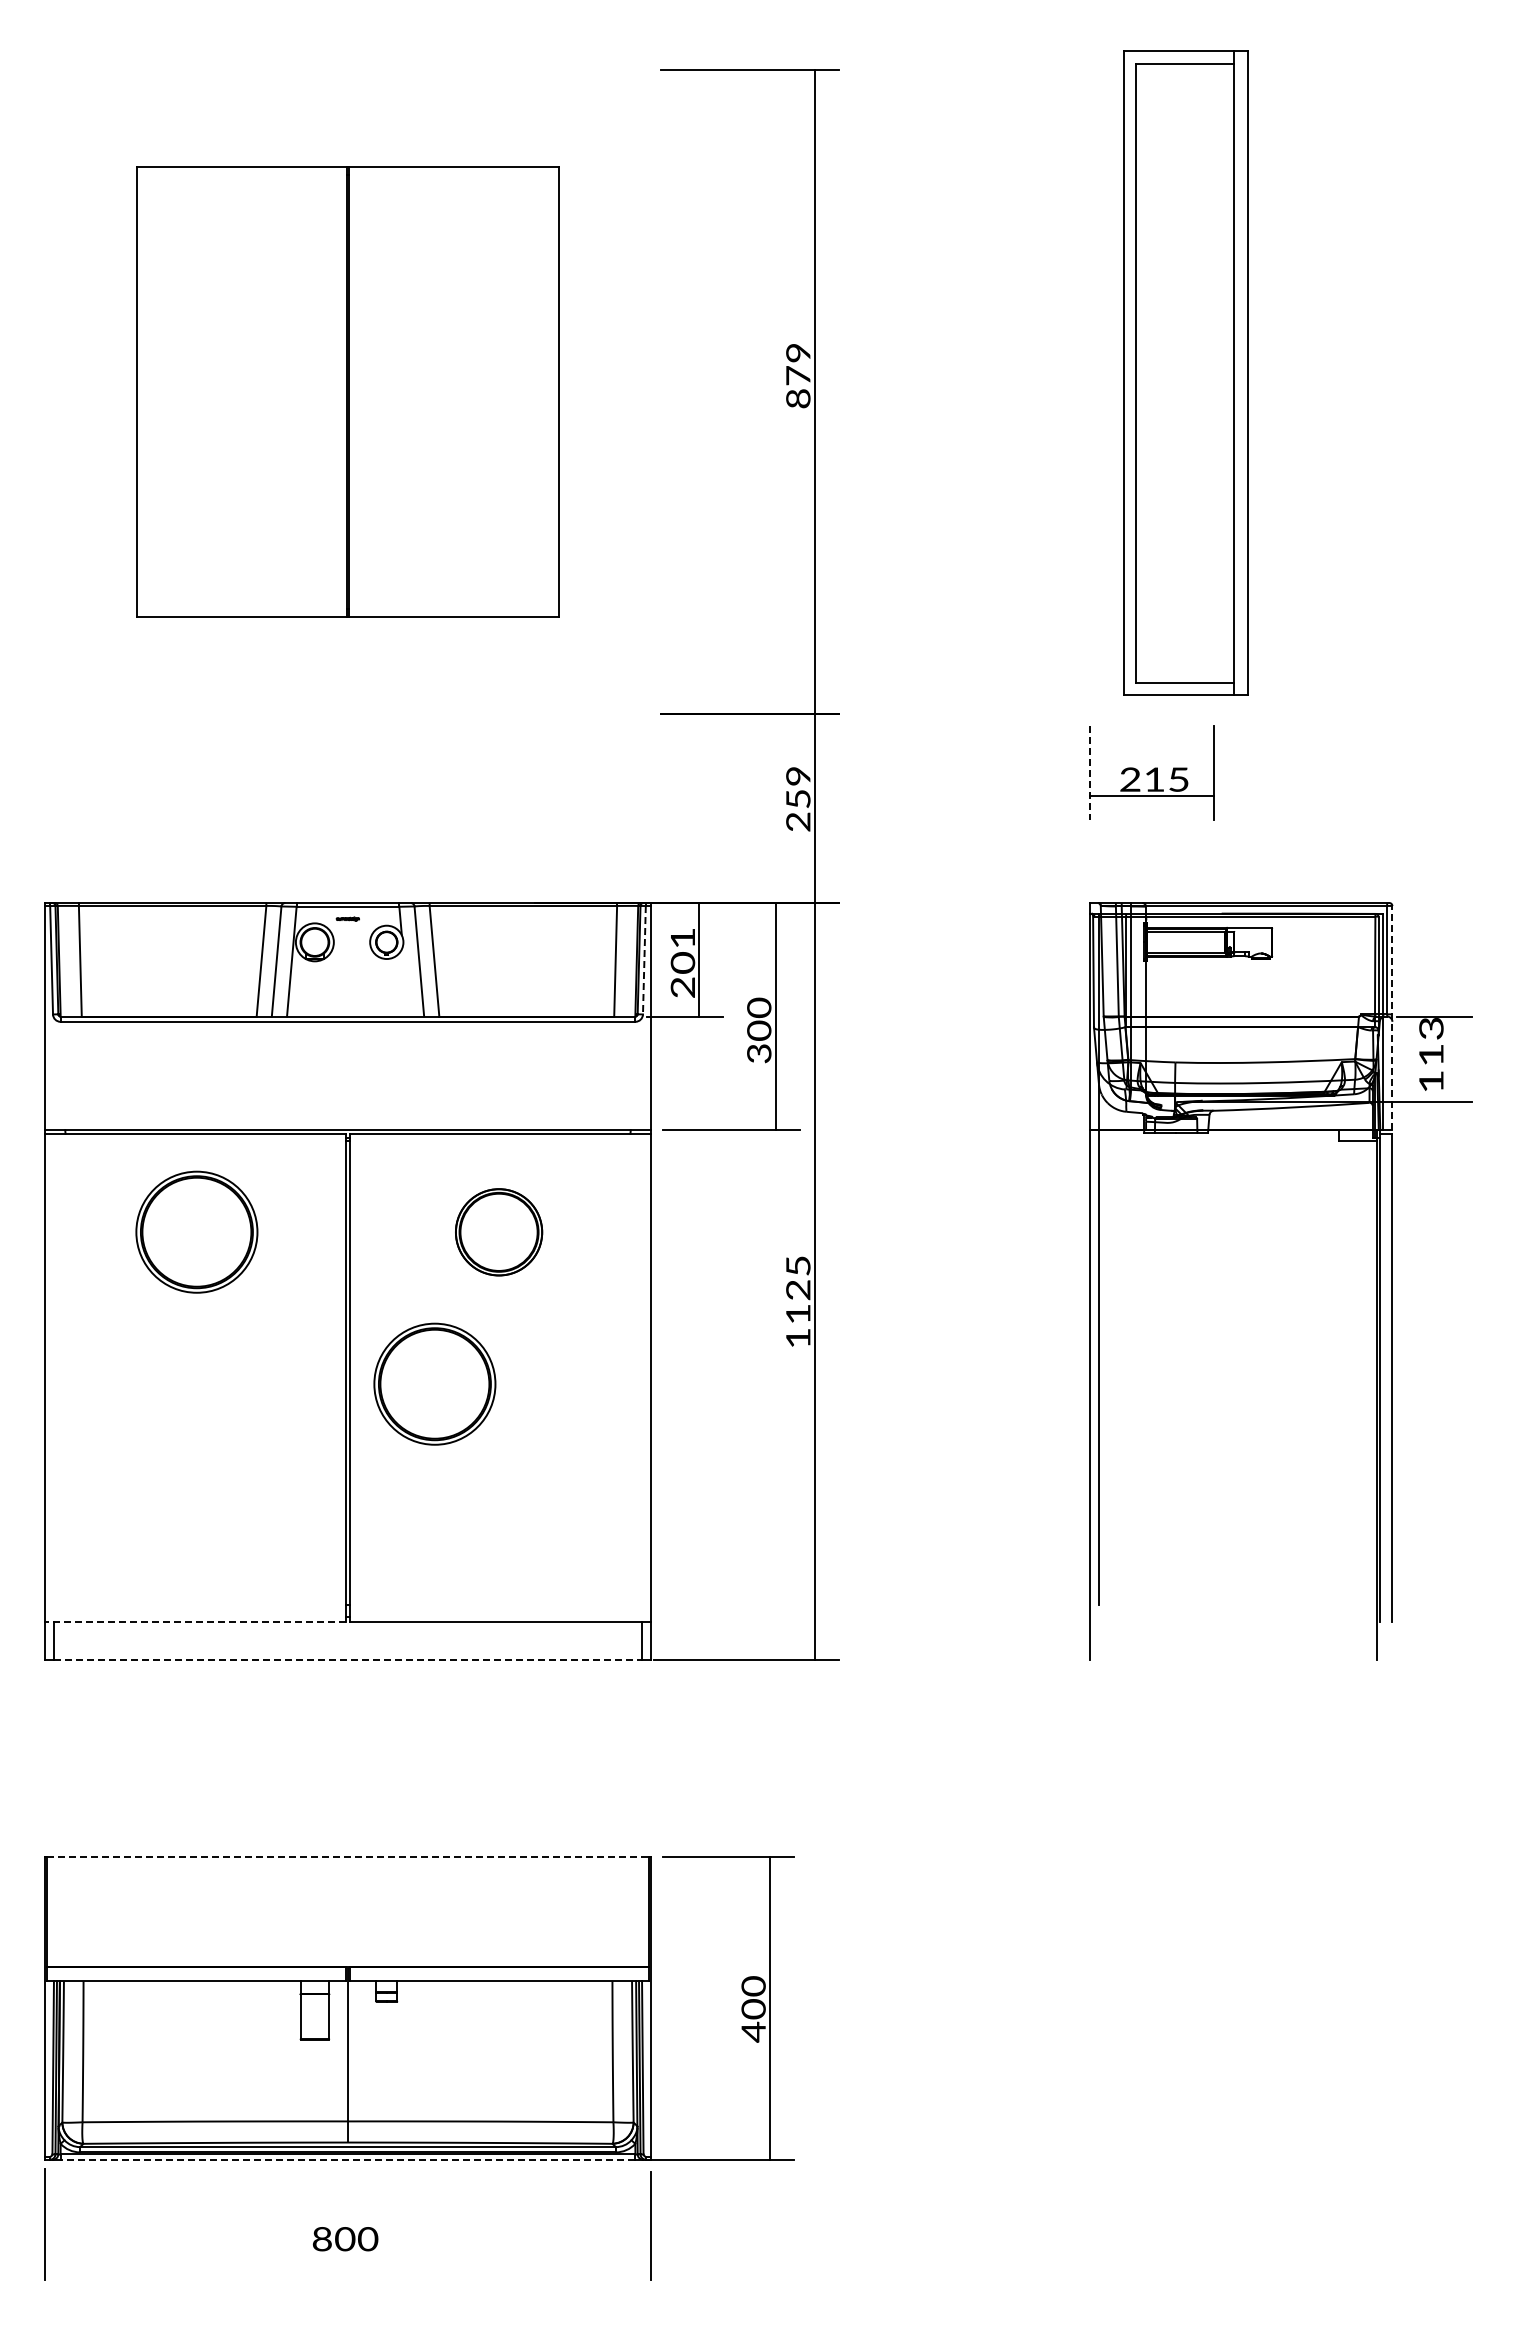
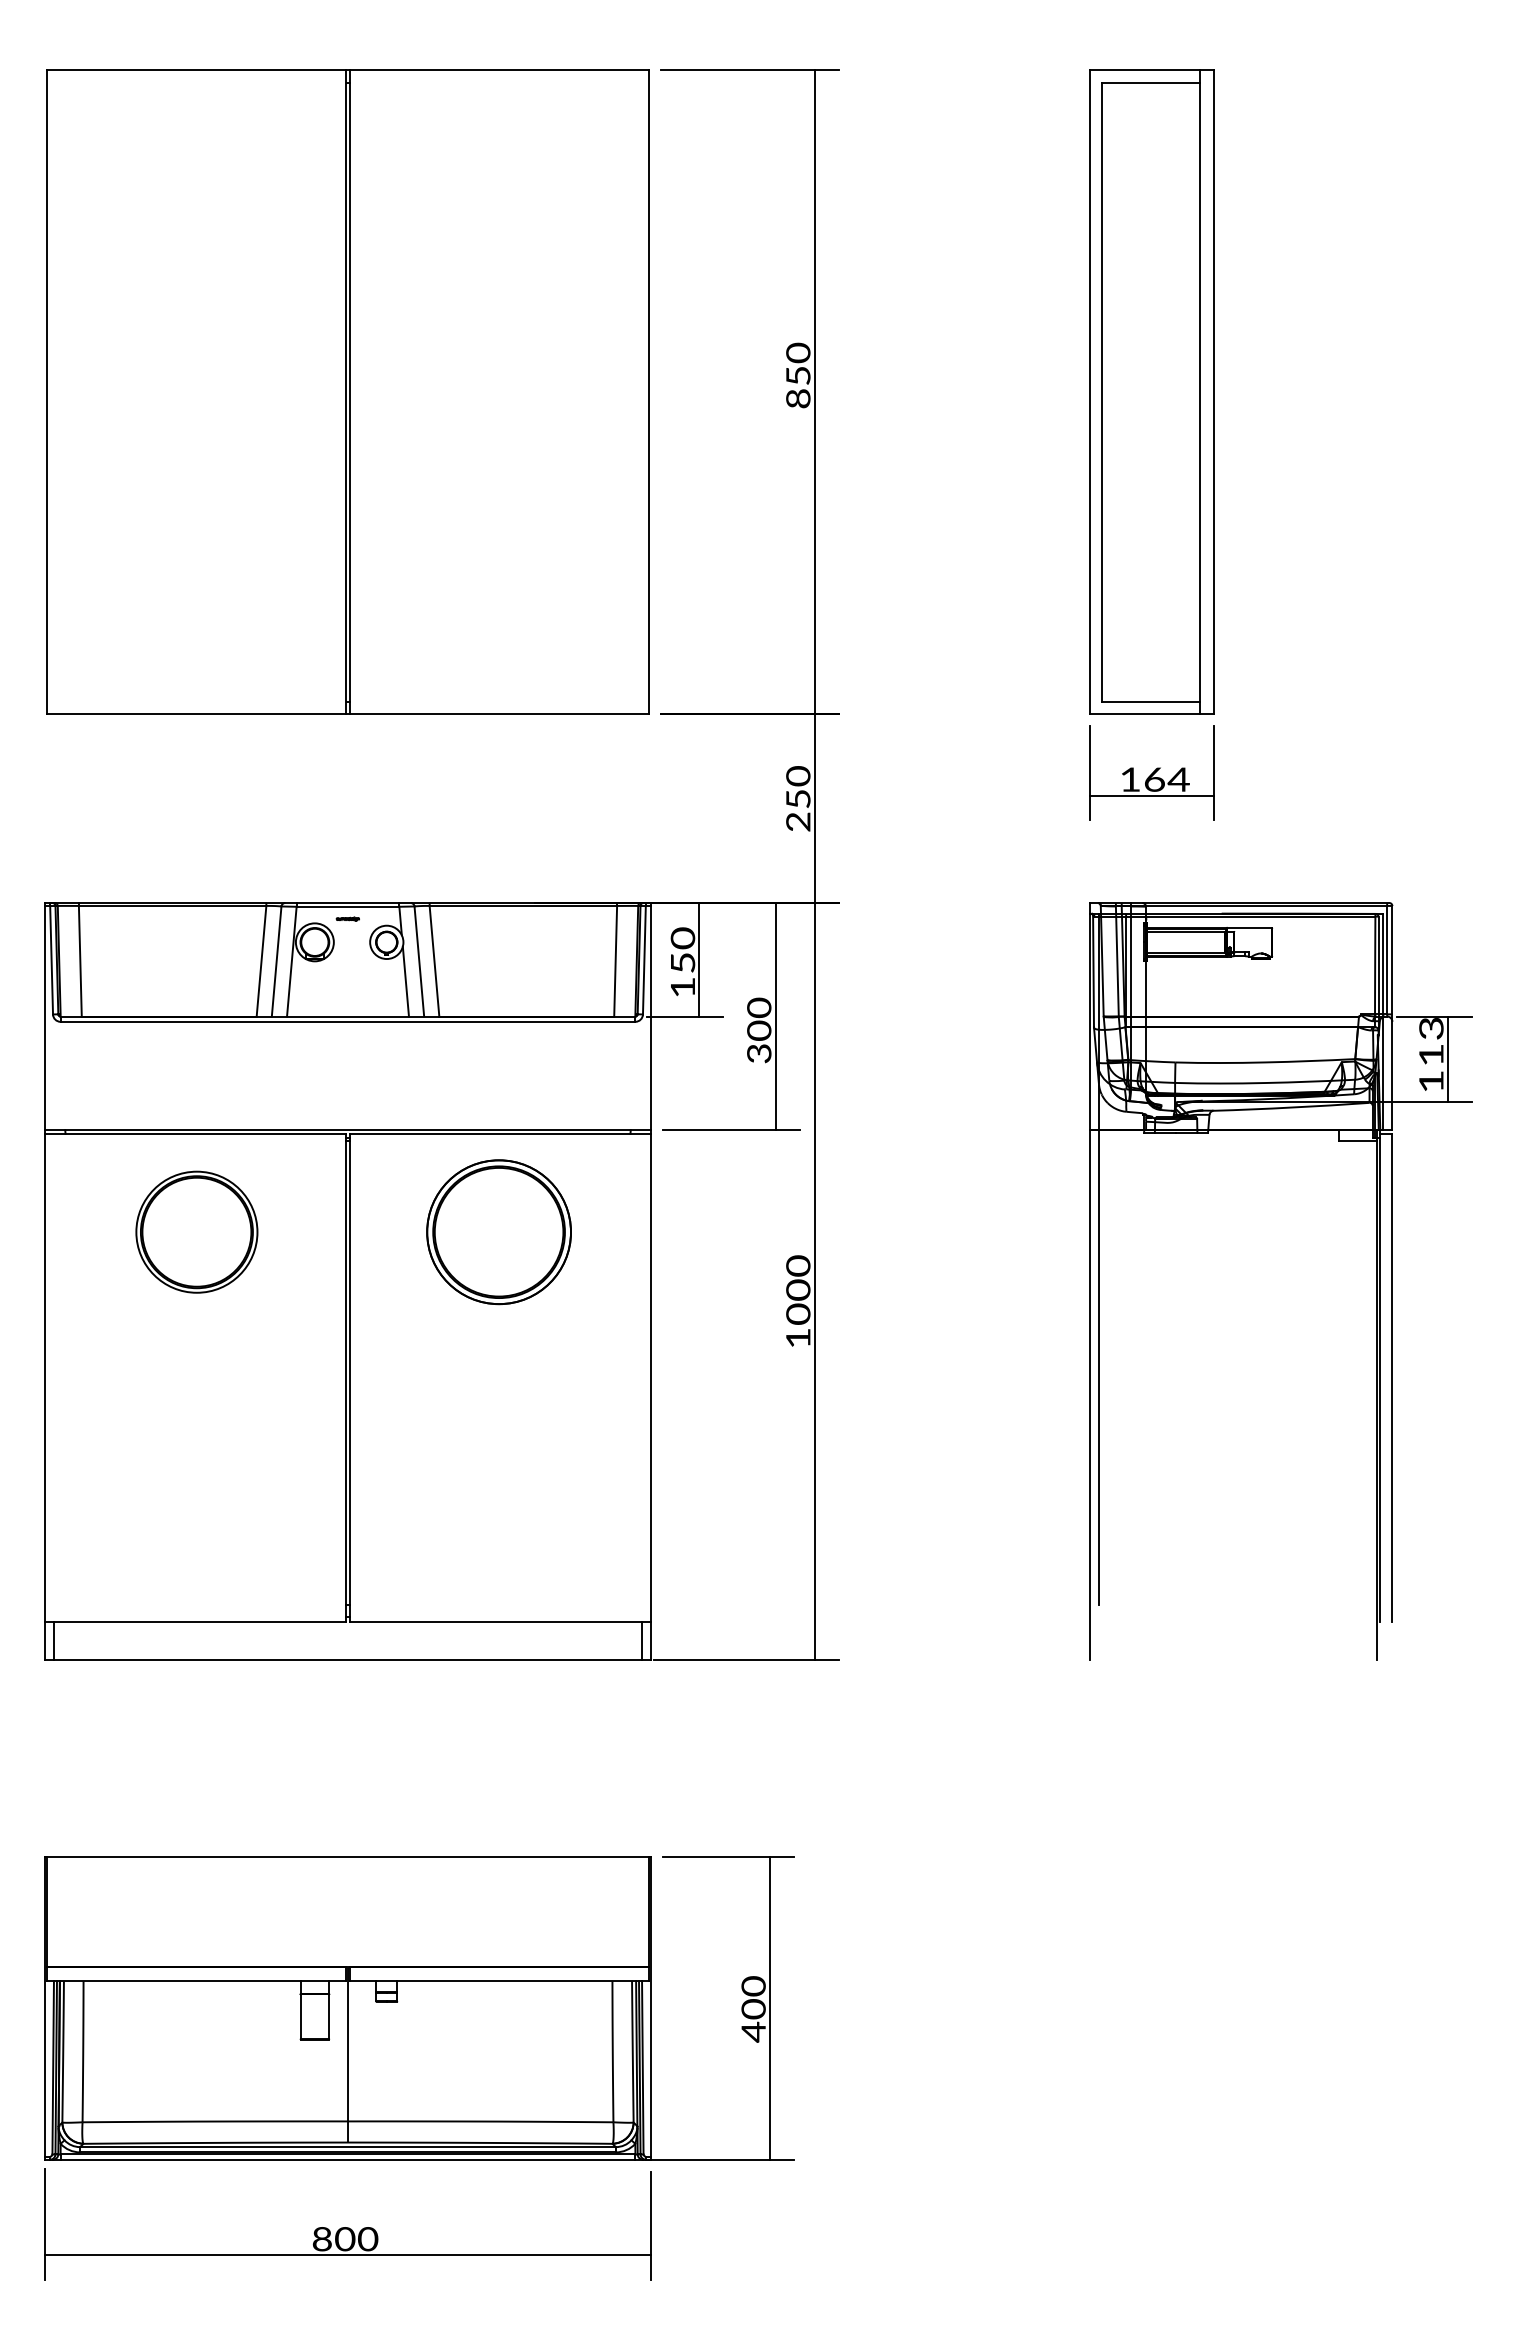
text at (798, 363): 879 -> 850
part at (1185, 372) position: (1185, 372) -> (1151, 391)
part at (347, 391) size: 424x452 px -> 604x646 px
line at (1089, 773): dashed -> solid
text at (798, 776): 259 -> 250
text at (1154, 779): 215 -> 164
line at (644, 960): dashed -> solid
text at (682, 962): 201 -> 150
line at (405, 981): none -> present
line at (1392, 1017): dashed -> solid
line at (1447, 1059): none -> present
part at (499, 1232) size: 89x89 px -> 146x147 px
text at (798, 1289): 1125 -> 1000
part at (434, 1383): present -> none
line at (195, 1622): dashed -> solid
line at (348, 1659): dashed -> solid
line at (348, 1856): dashed -> solid
line at (347, 2159): dashed -> solid
line at (347, 2255): none -> present
